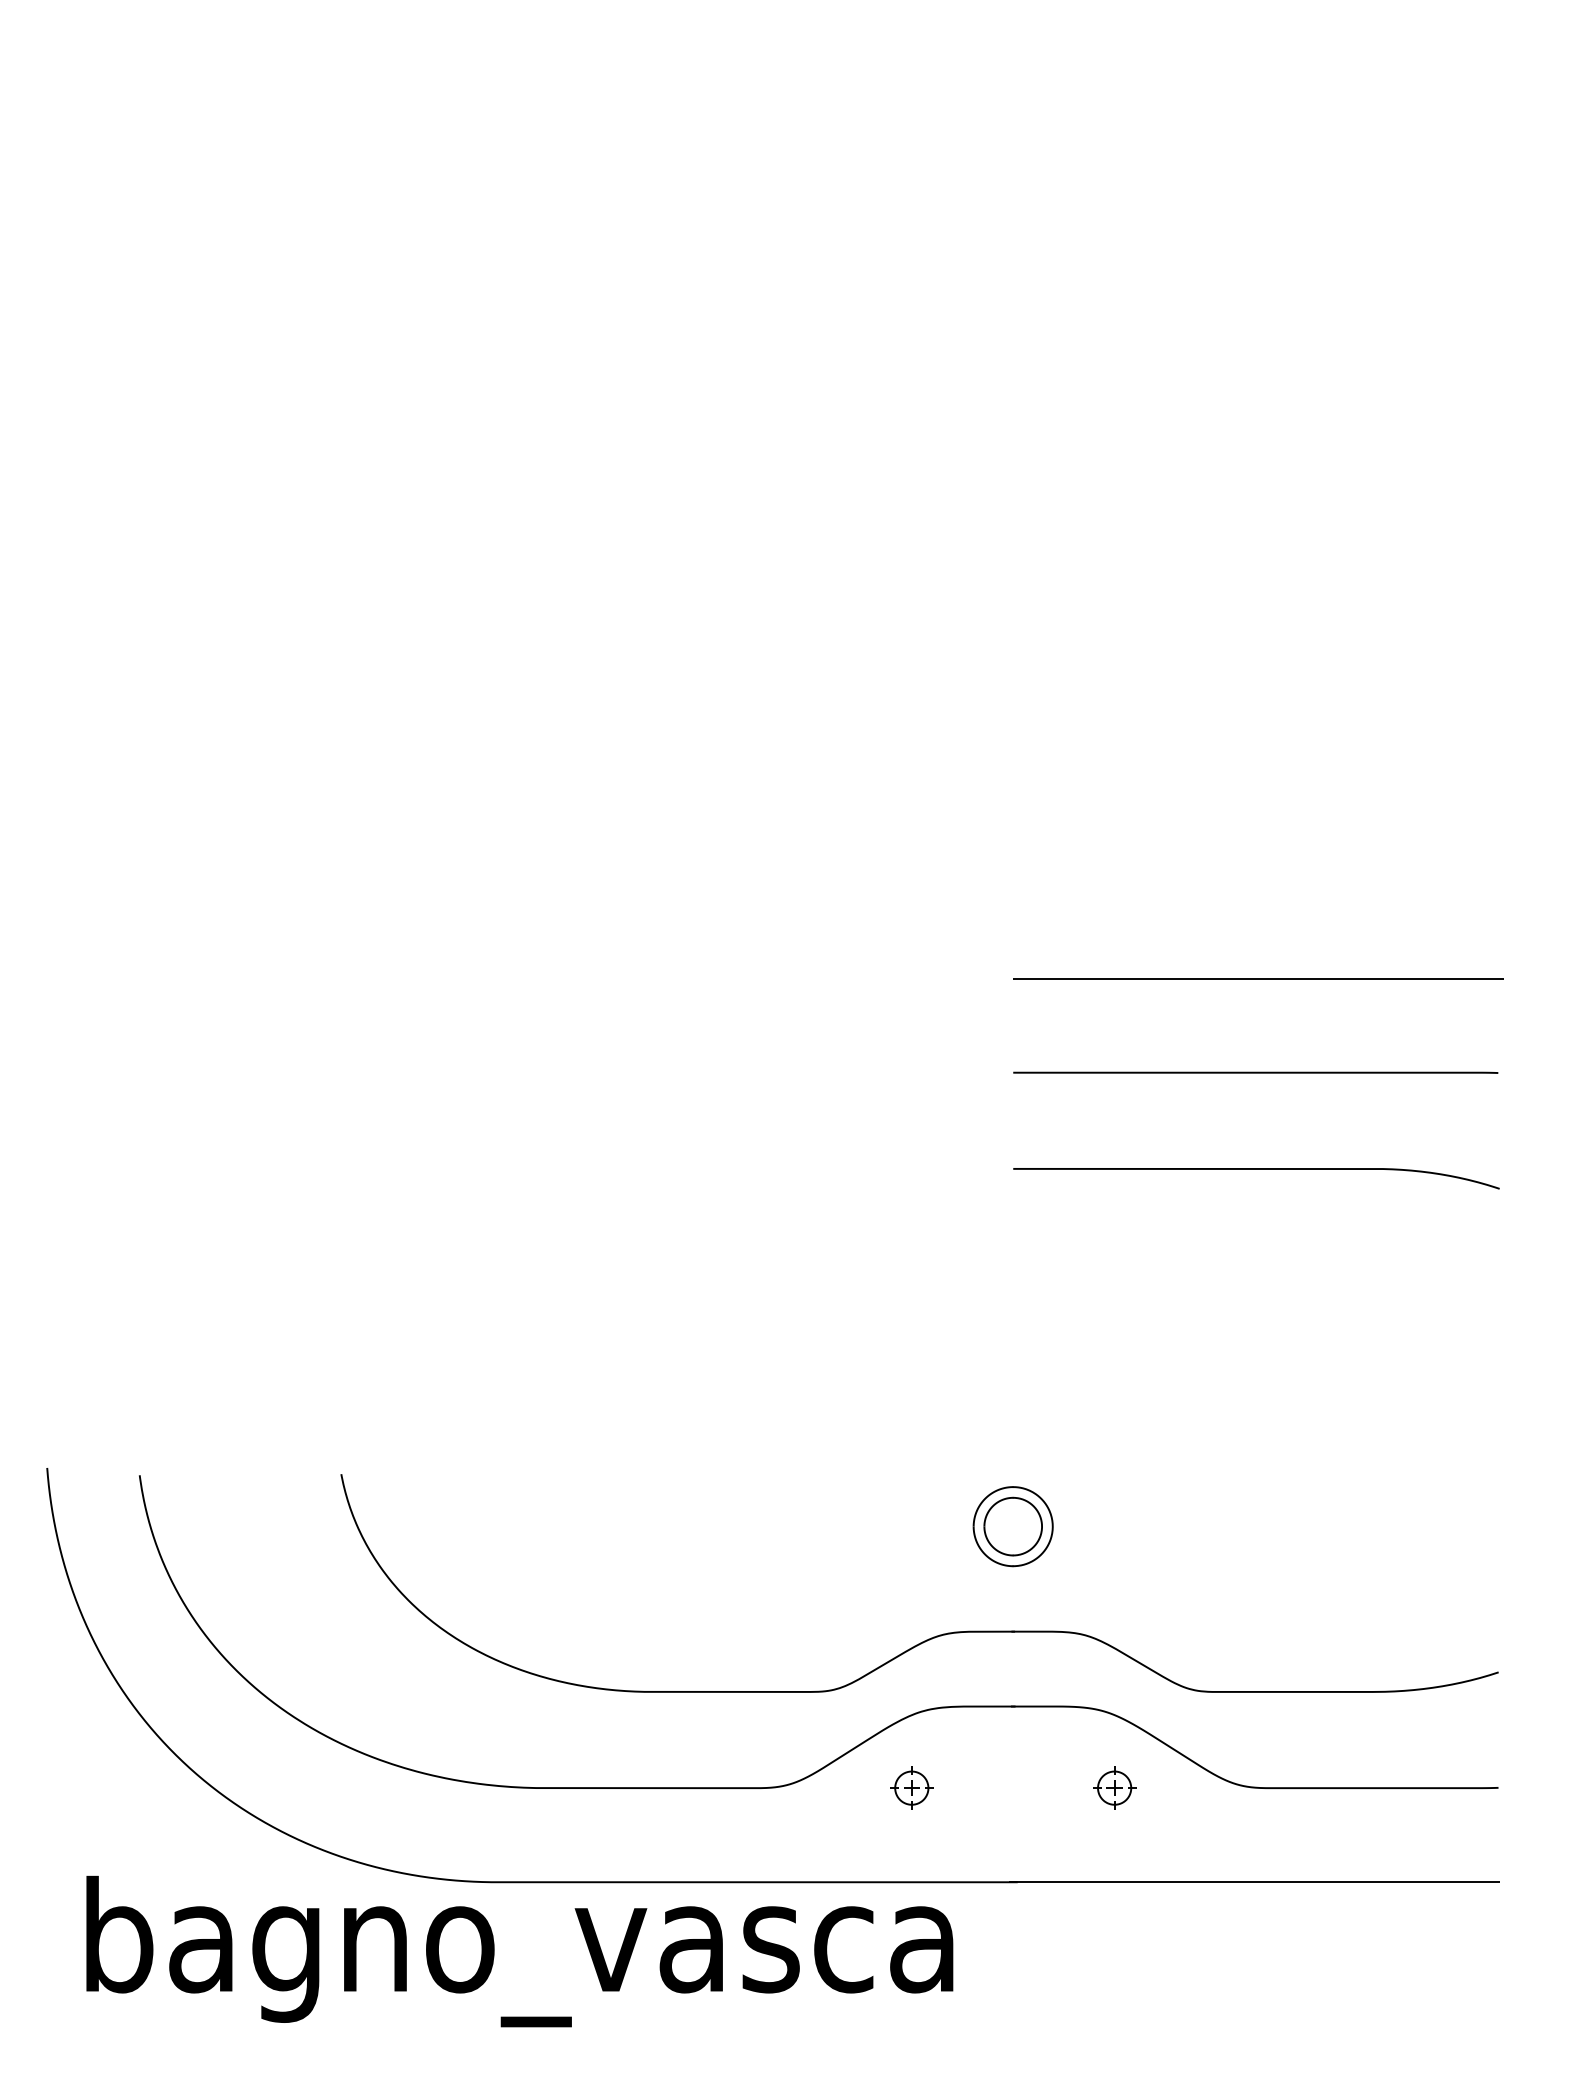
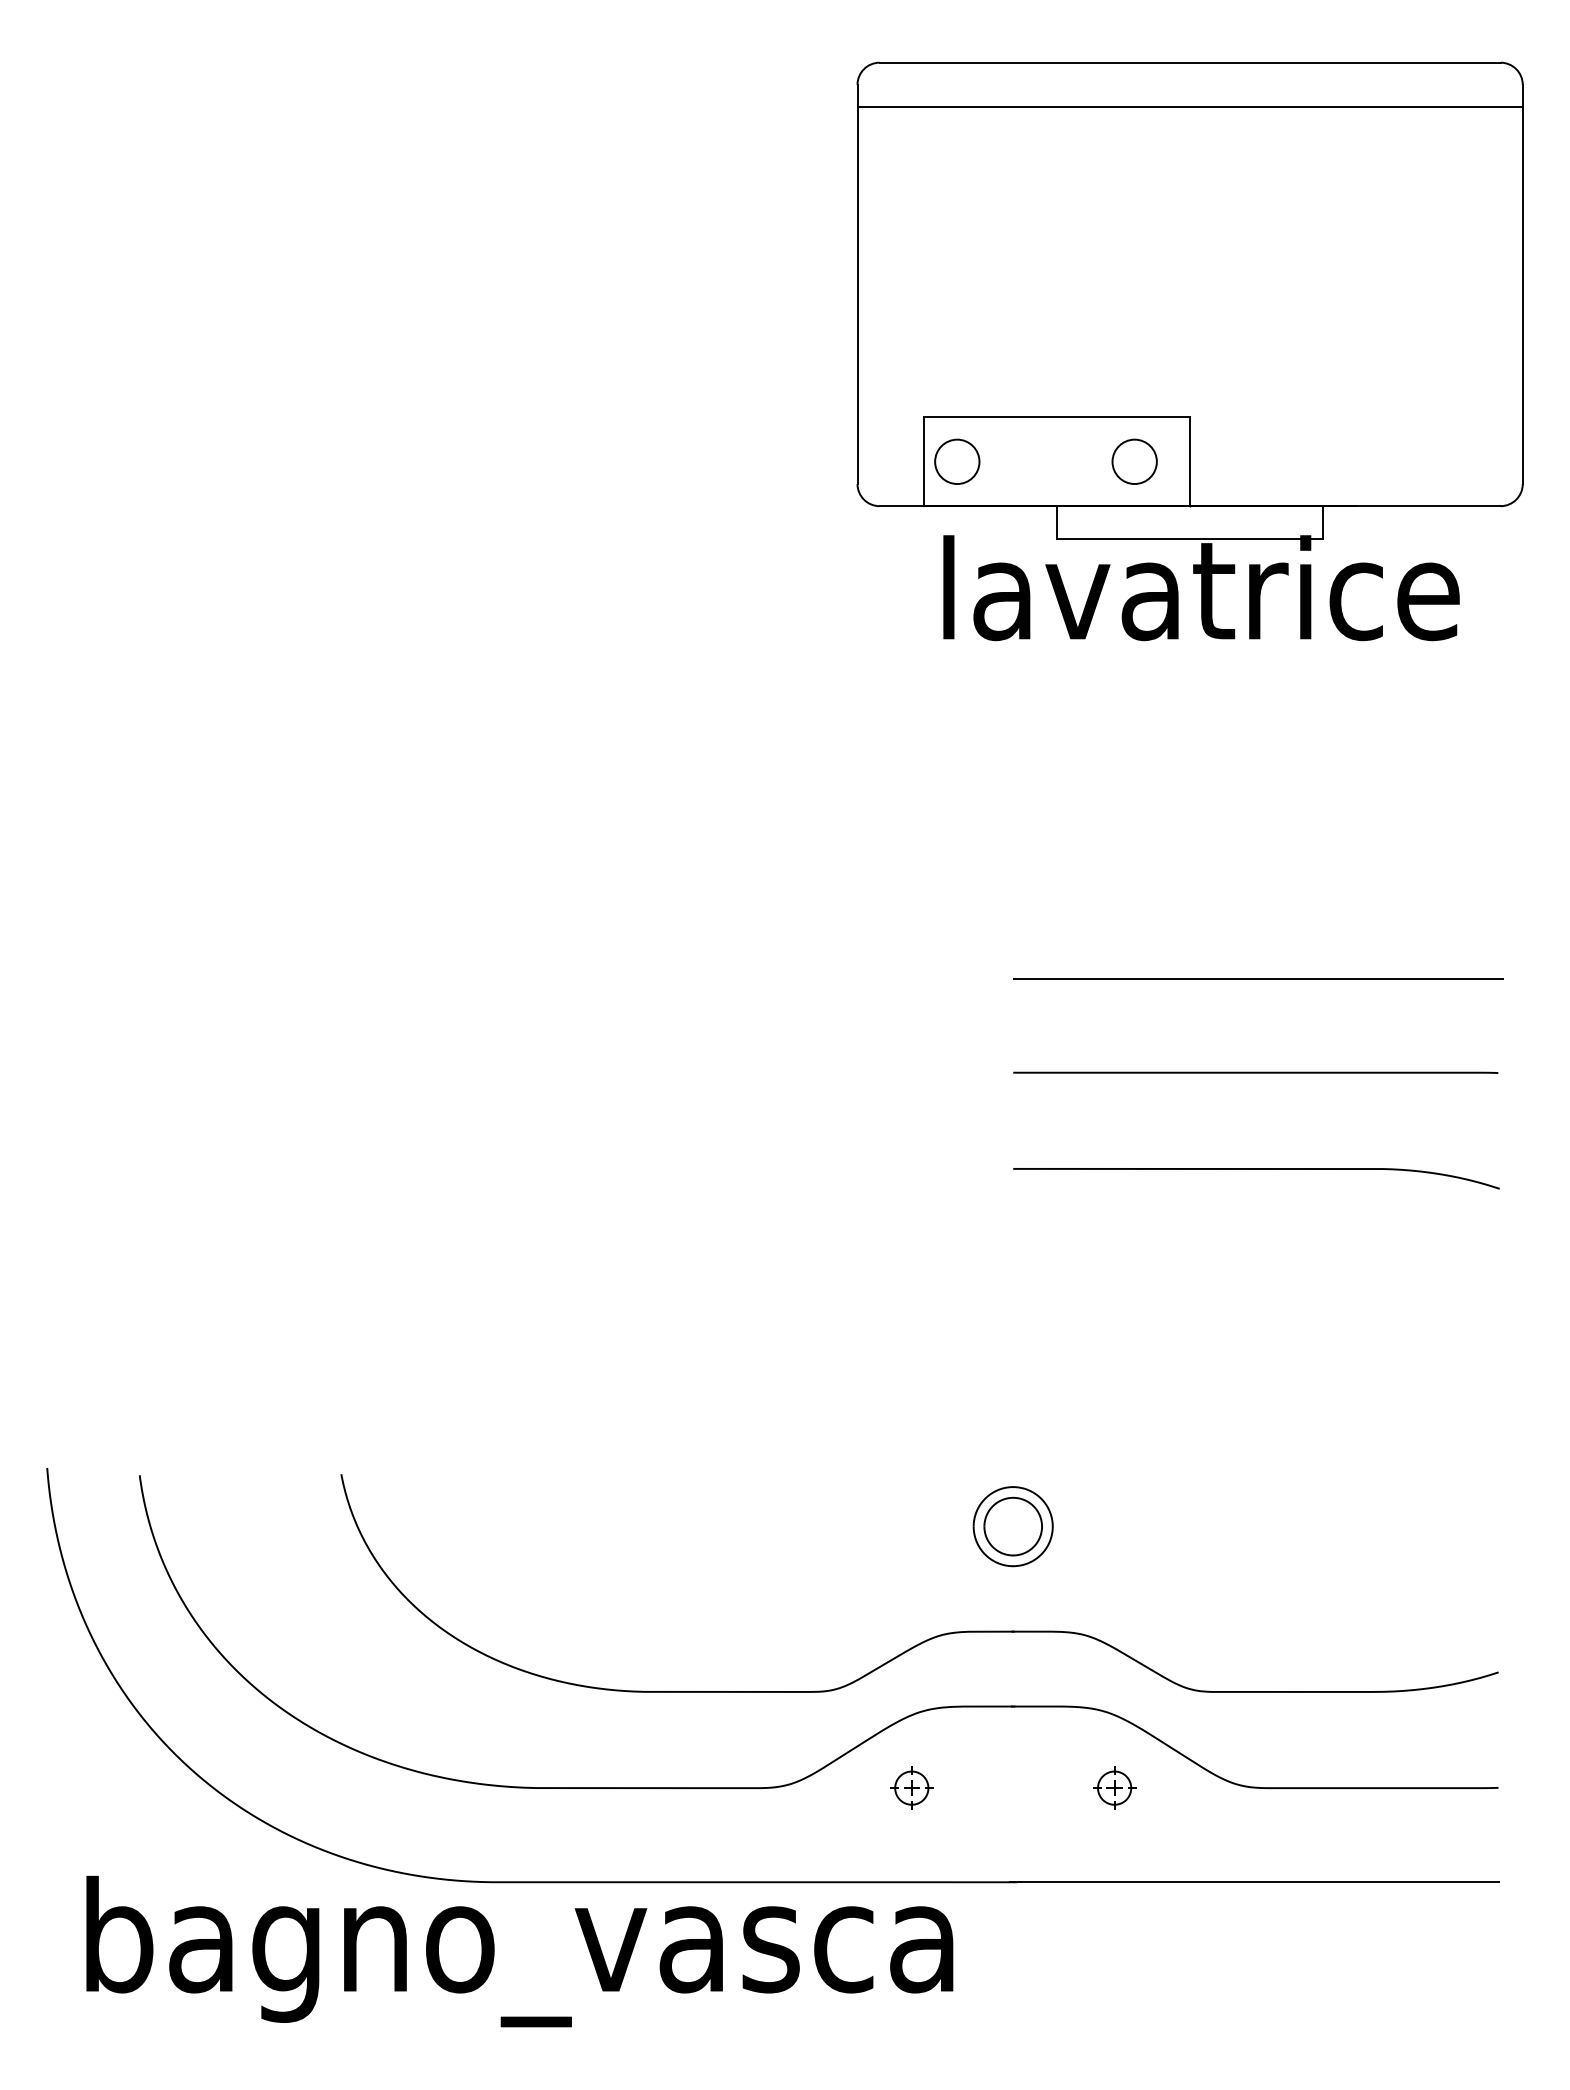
part at (1189, 351): none -> present
